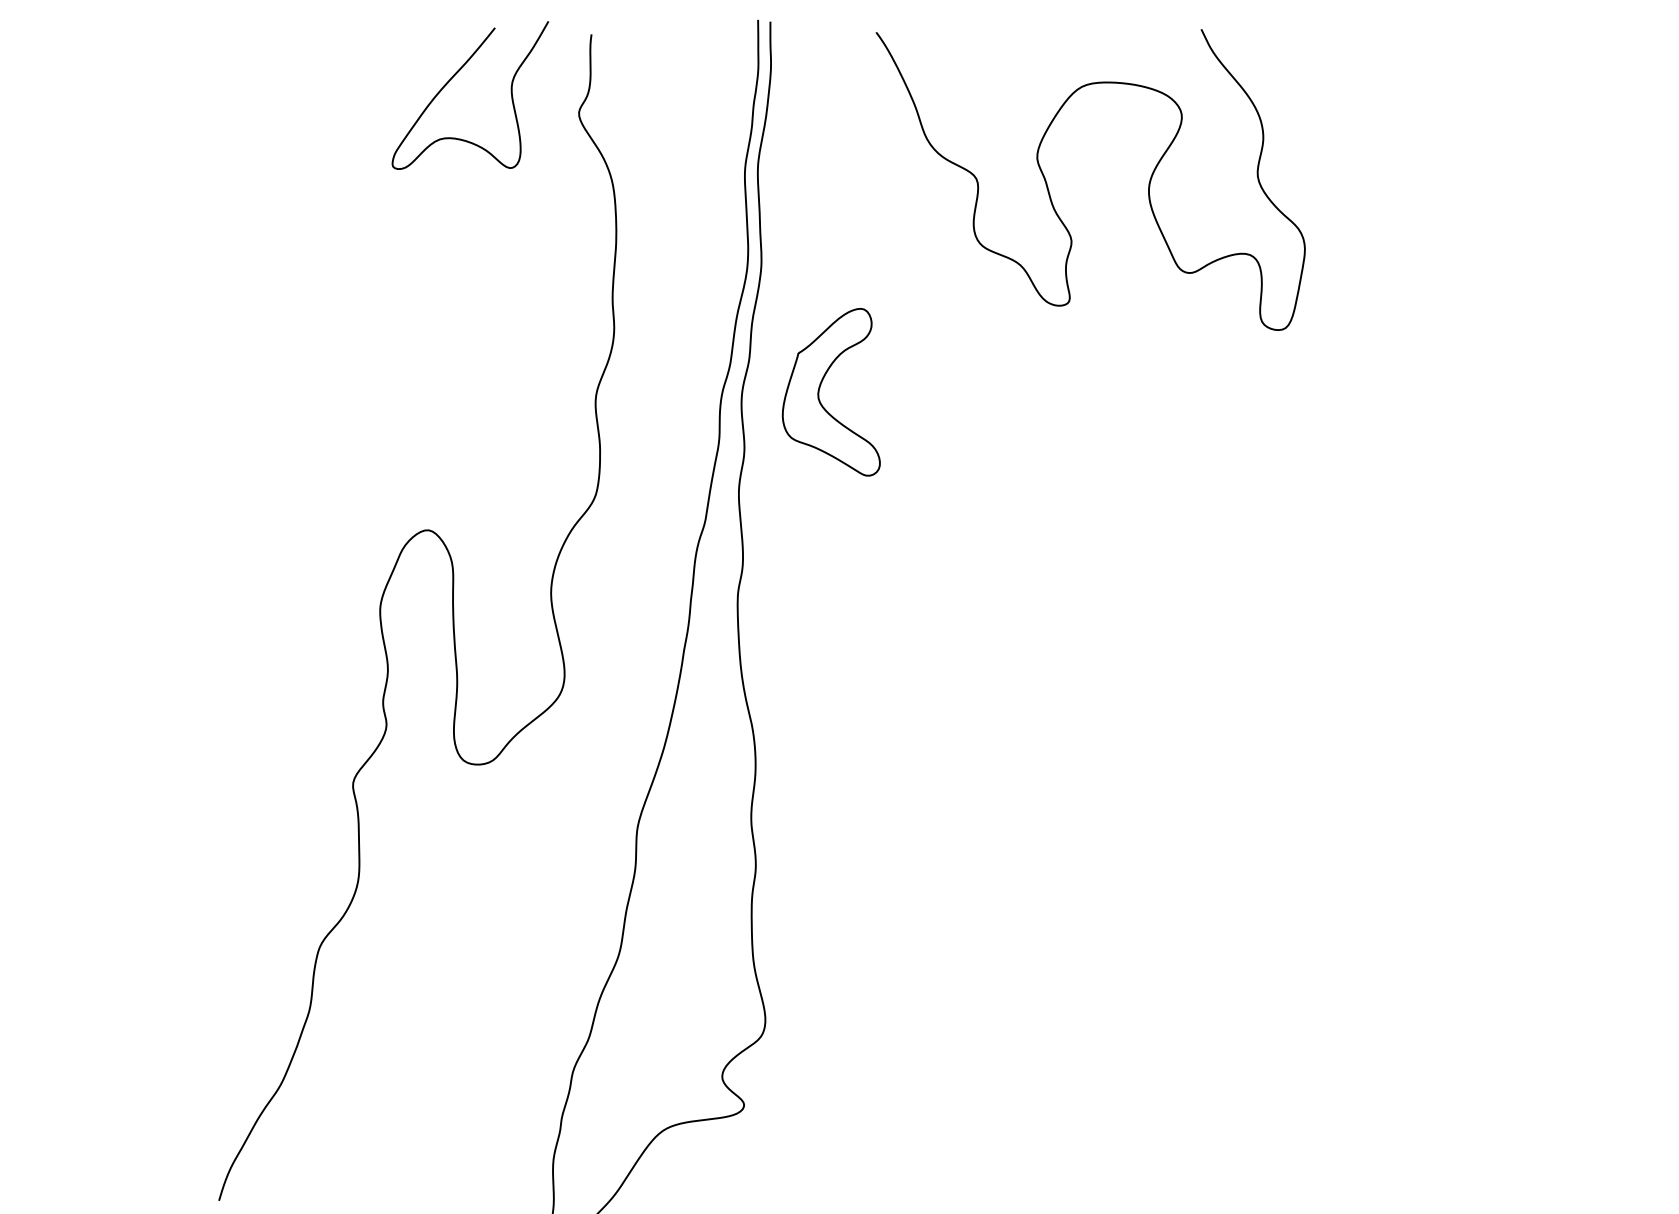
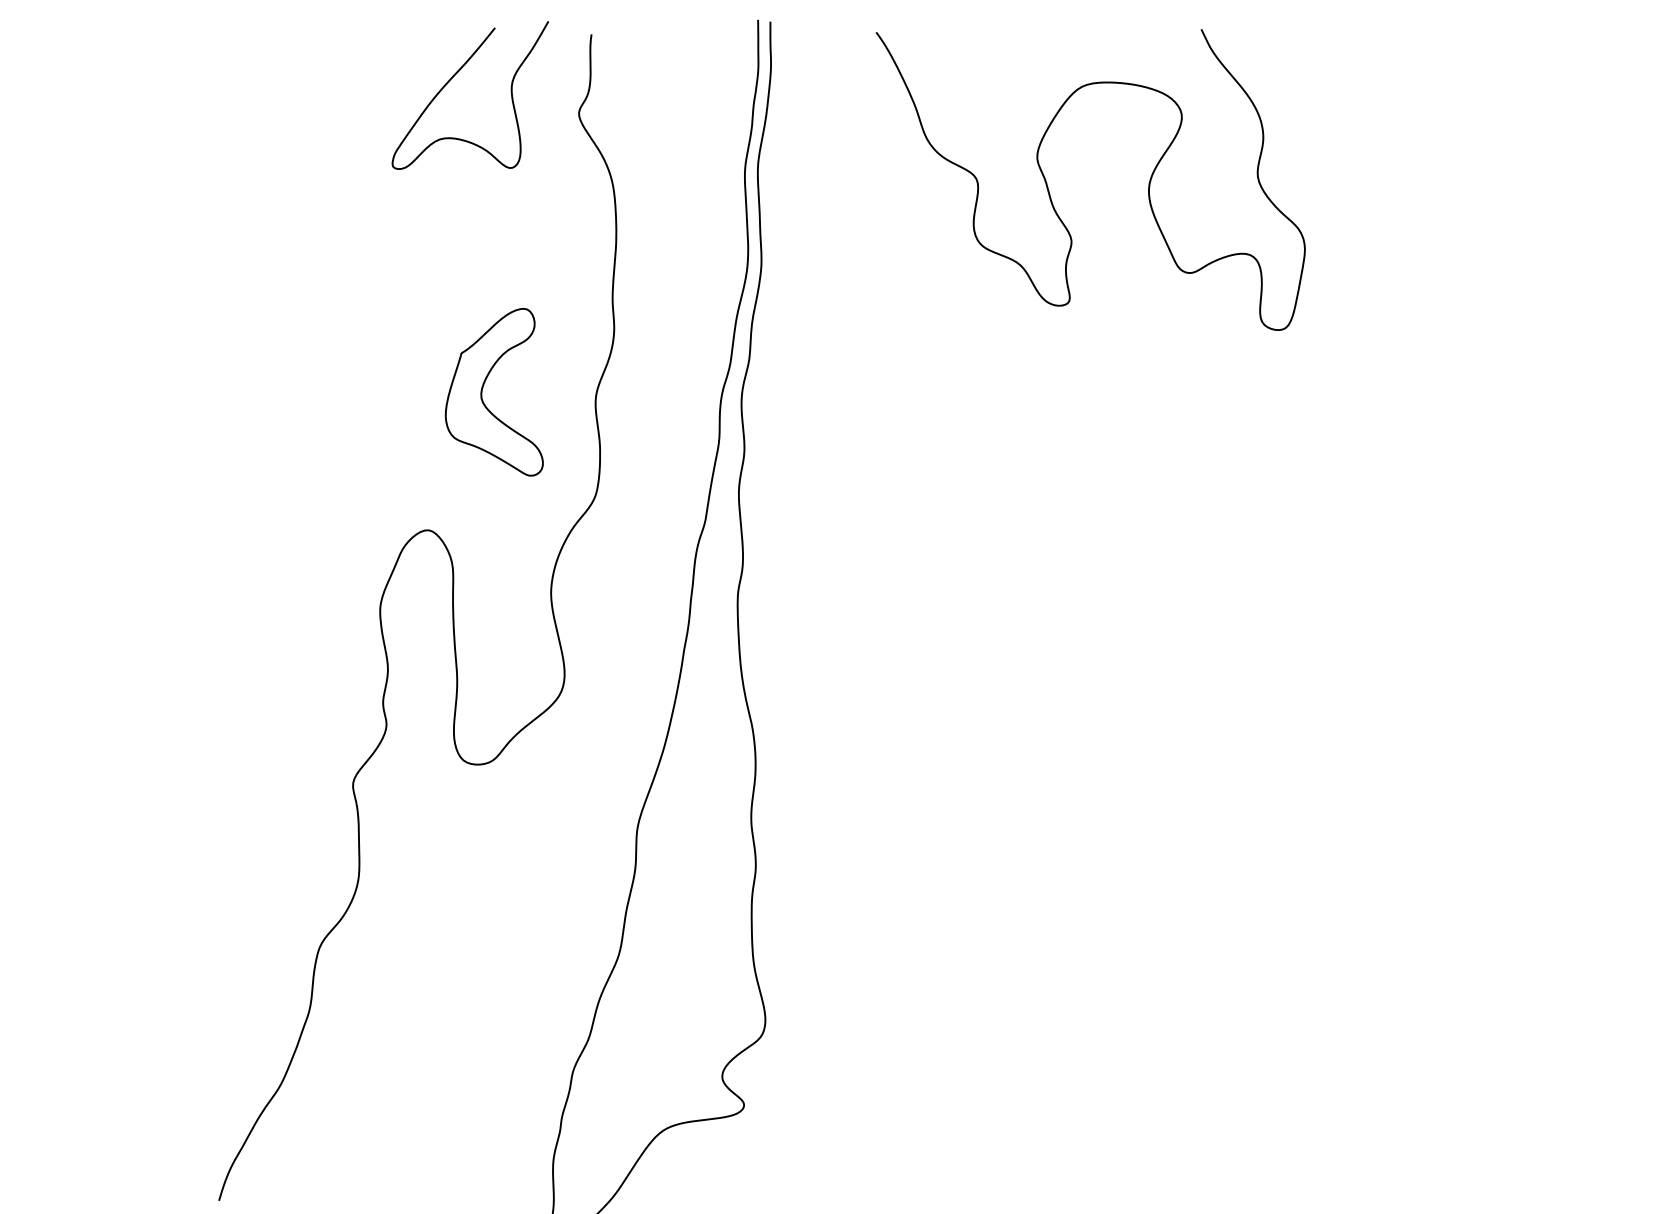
part at (820, 388) position: (820, 388) -> (483, 388)
